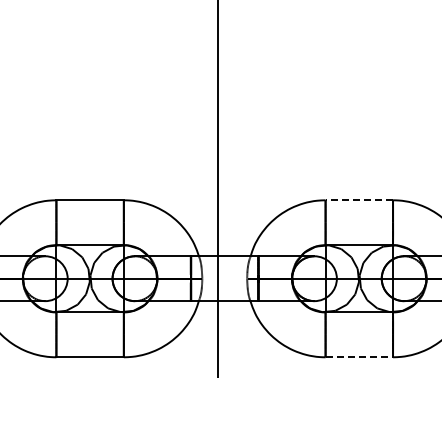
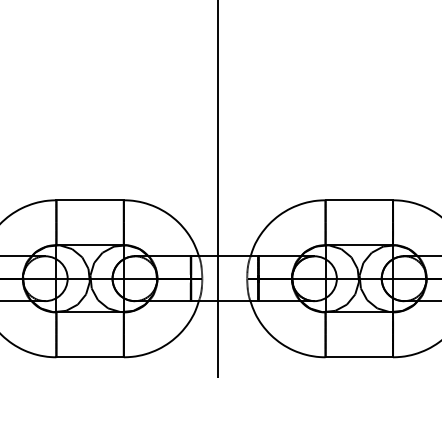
line at (359, 200): dashed -> solid
line at (359, 357): dashed -> solid
